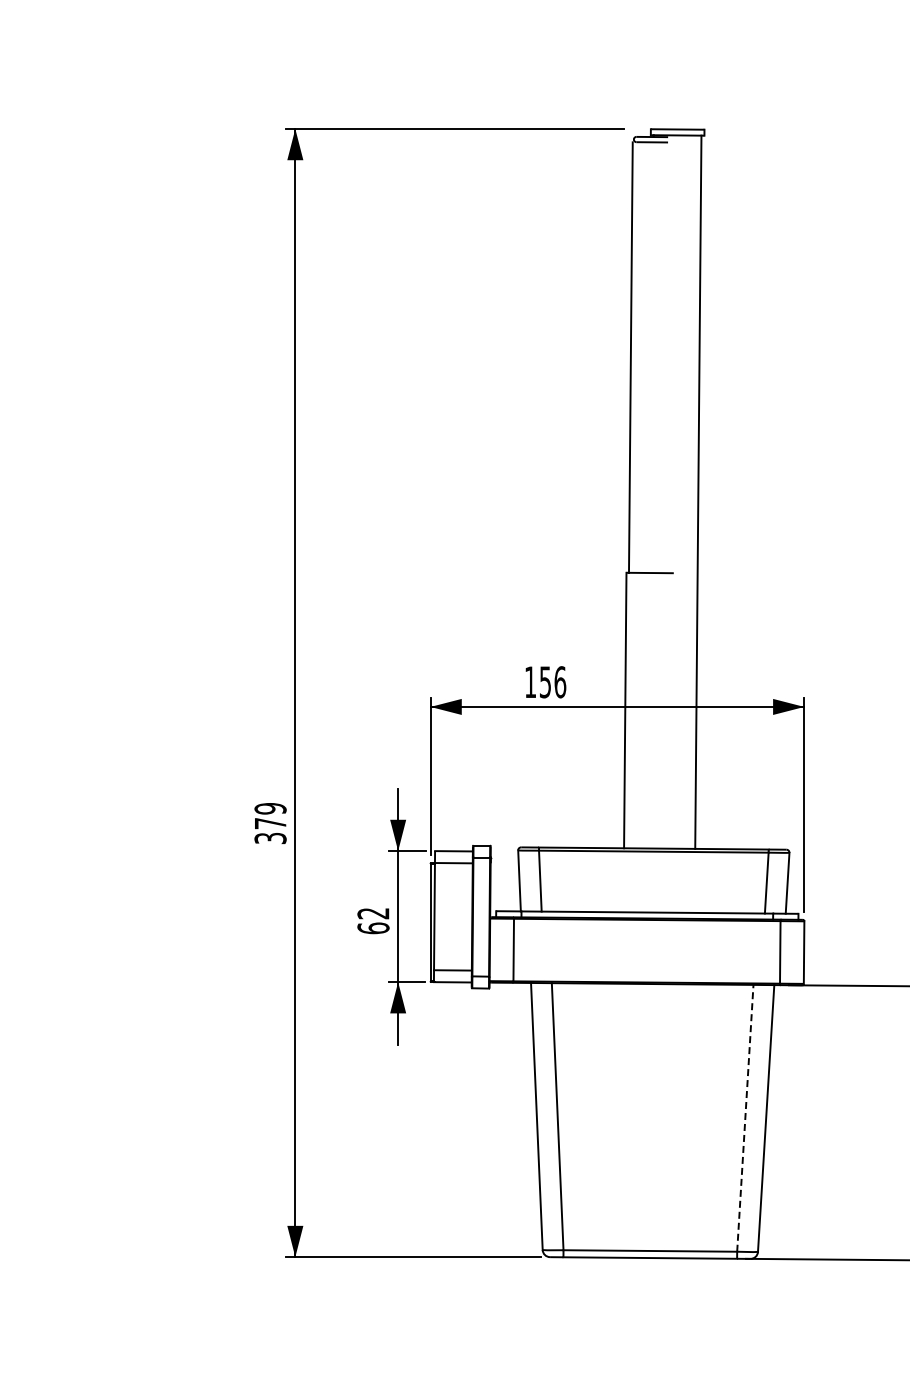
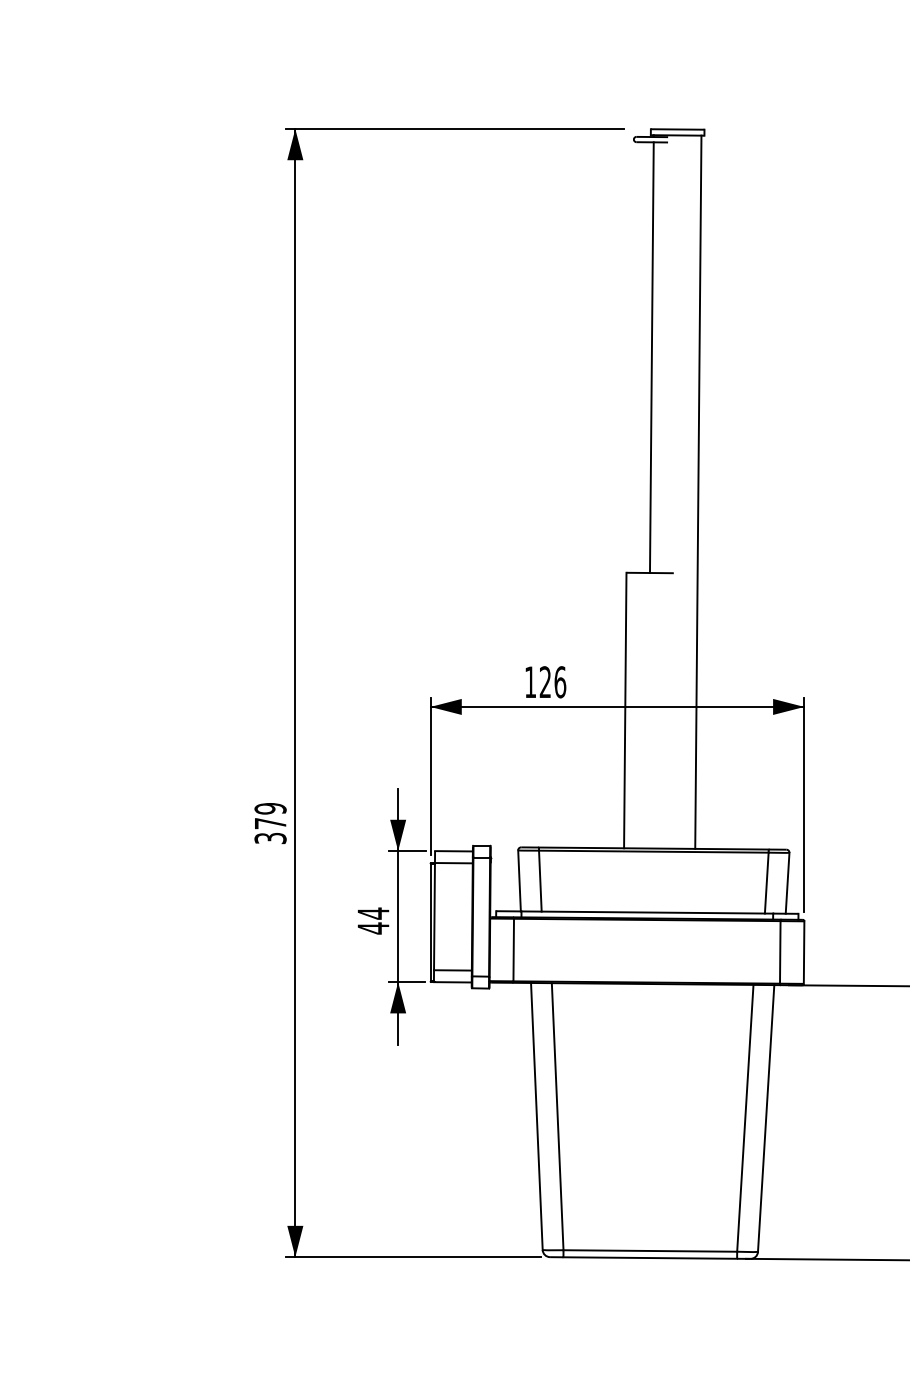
line at (630, 357) position: (630, 357) -> (651, 357)
text at (544, 682): 156 -> 126
text at (373, 920): 62 -> 44
line at (745, 1118): dashed -> solid
